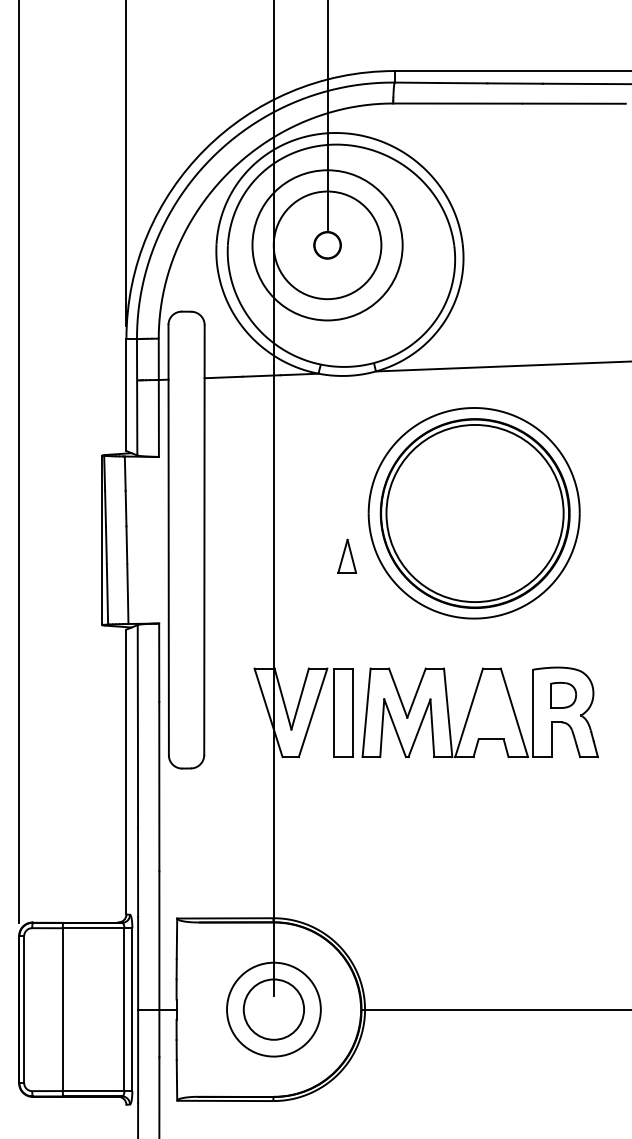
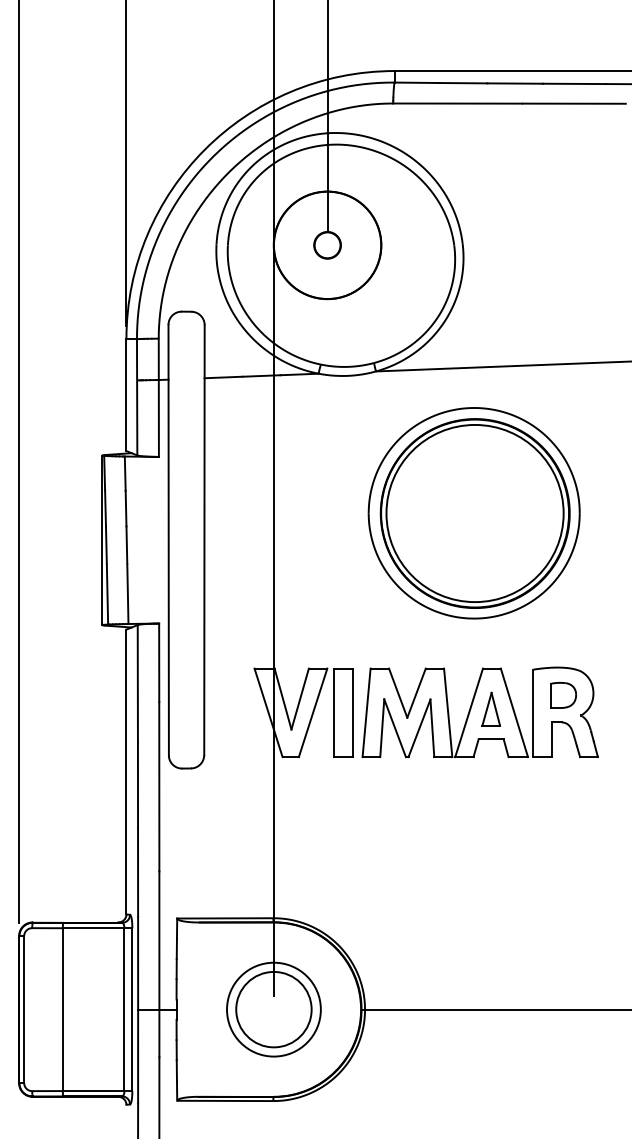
circle at (327, 245) diameter: 150 px -> 107 px
part at (346, 555) position: (346, 555) -> (490, 708)
circle at (273, 1009) diameter: 60 px -> 75 px
